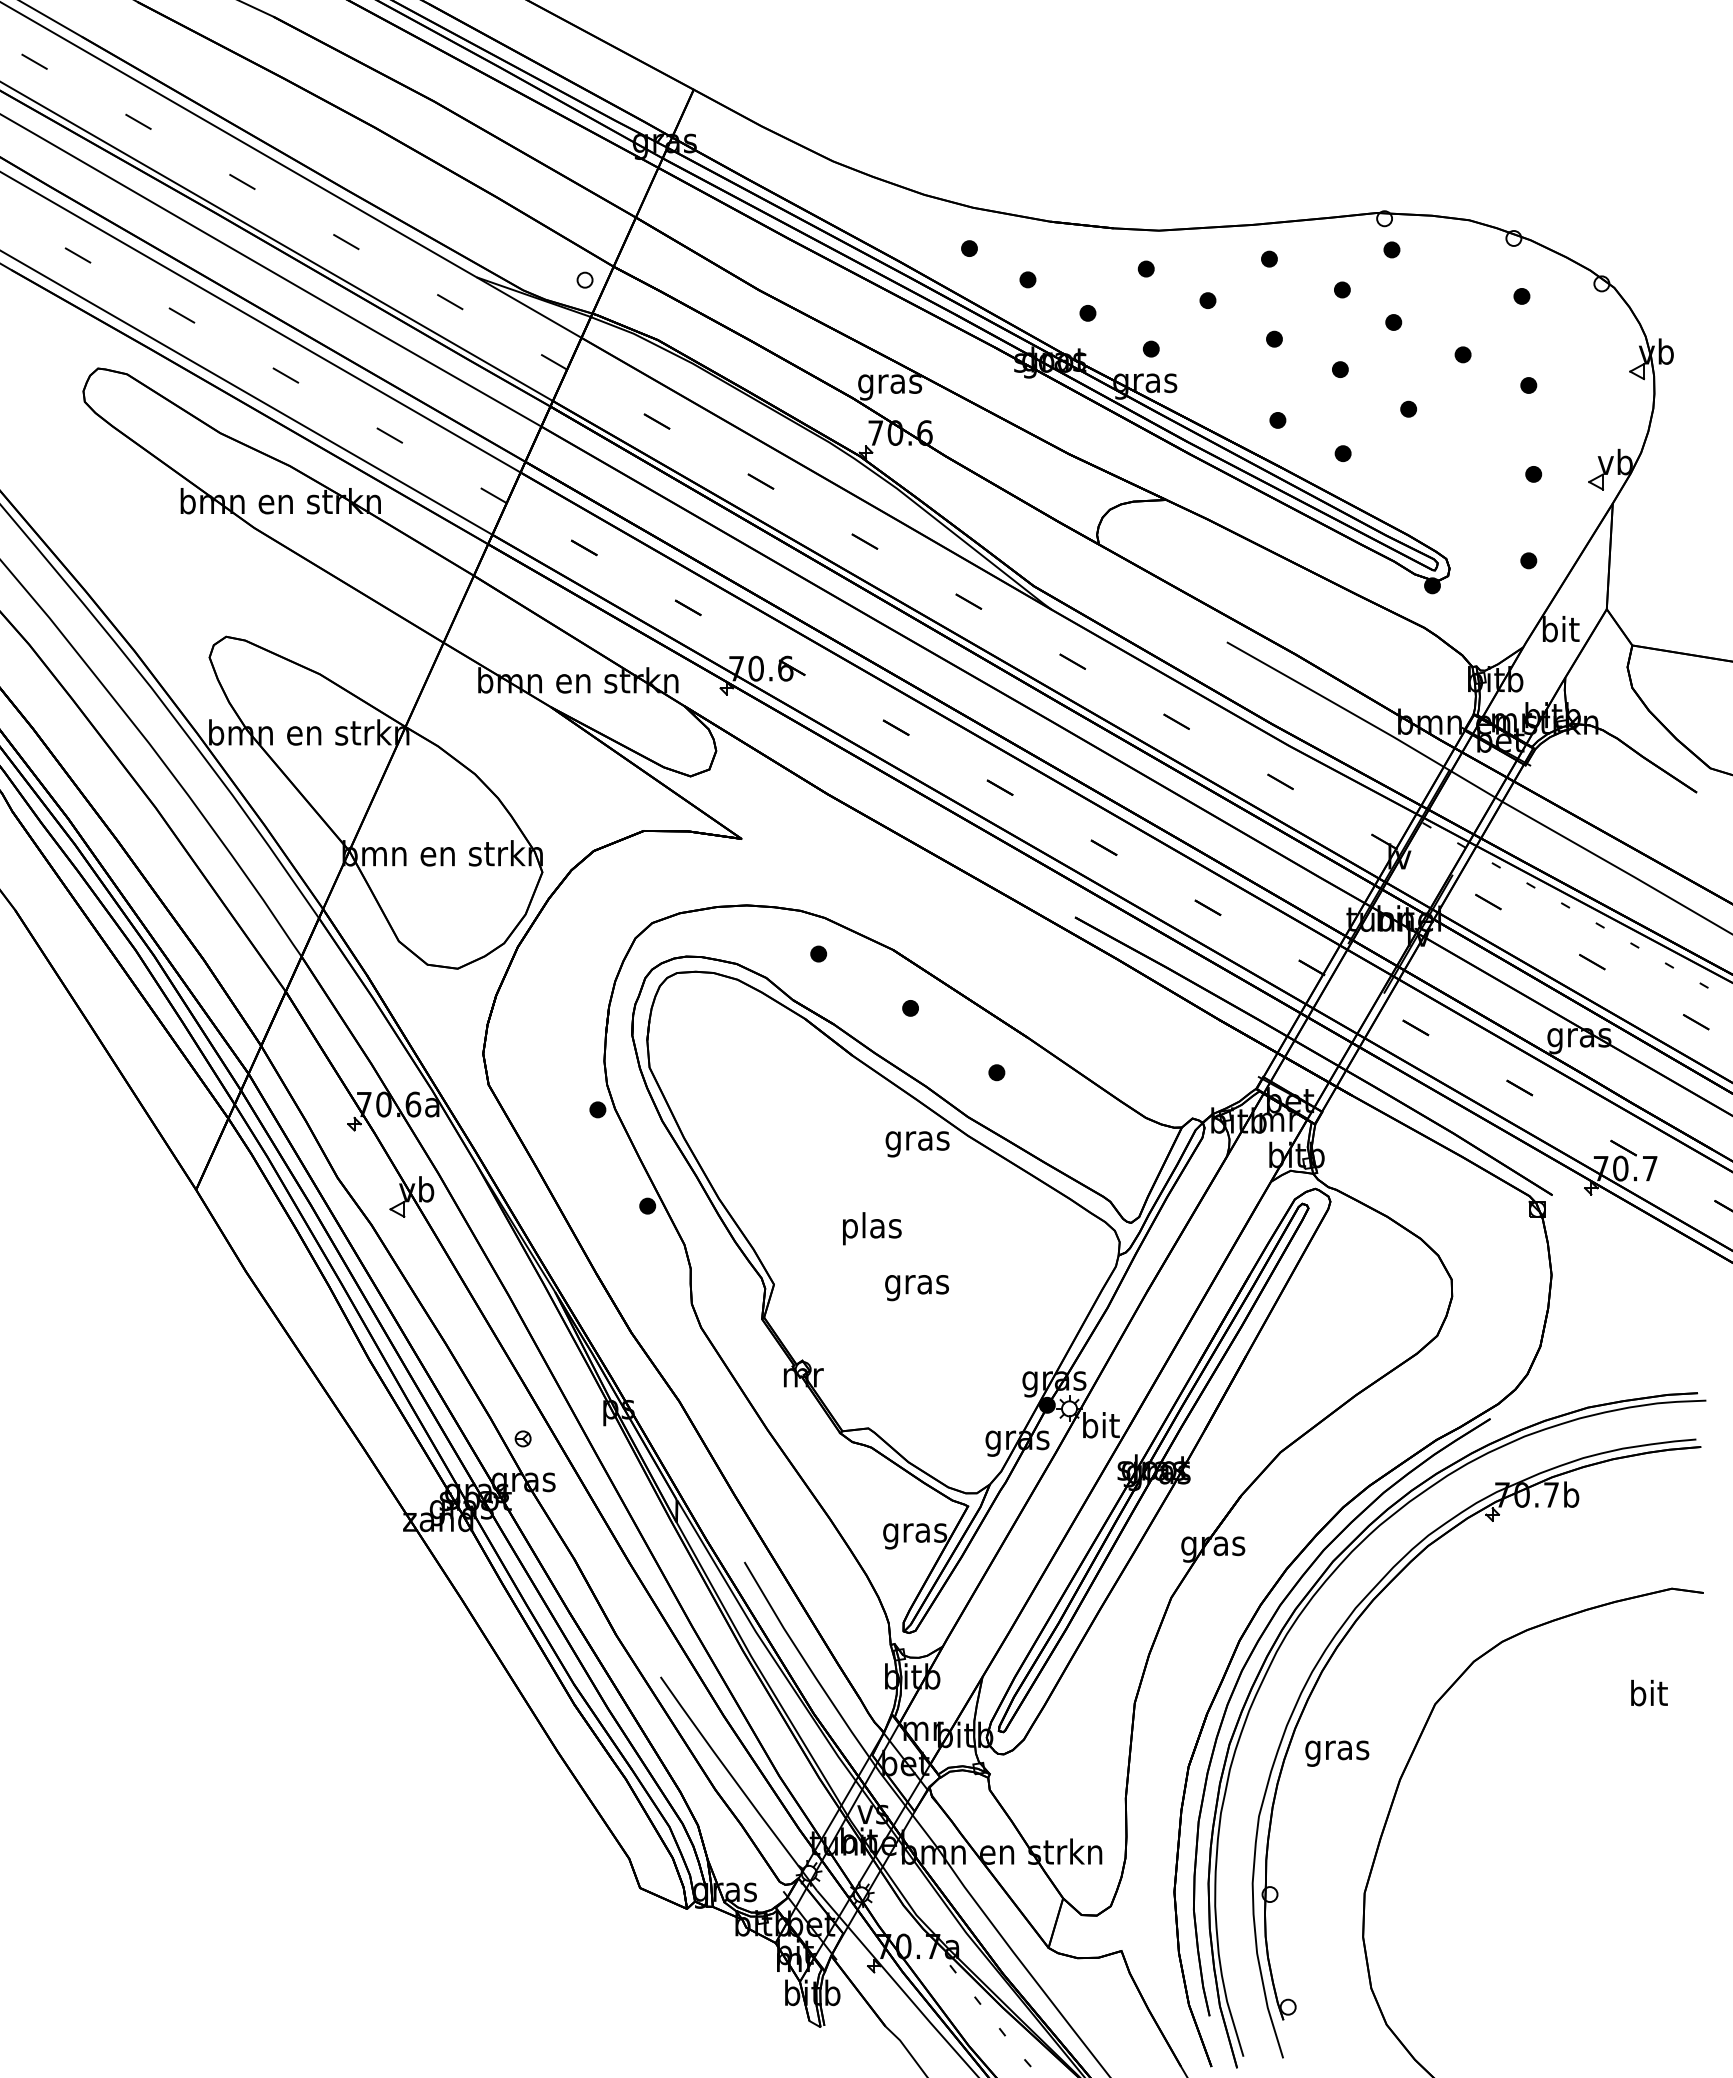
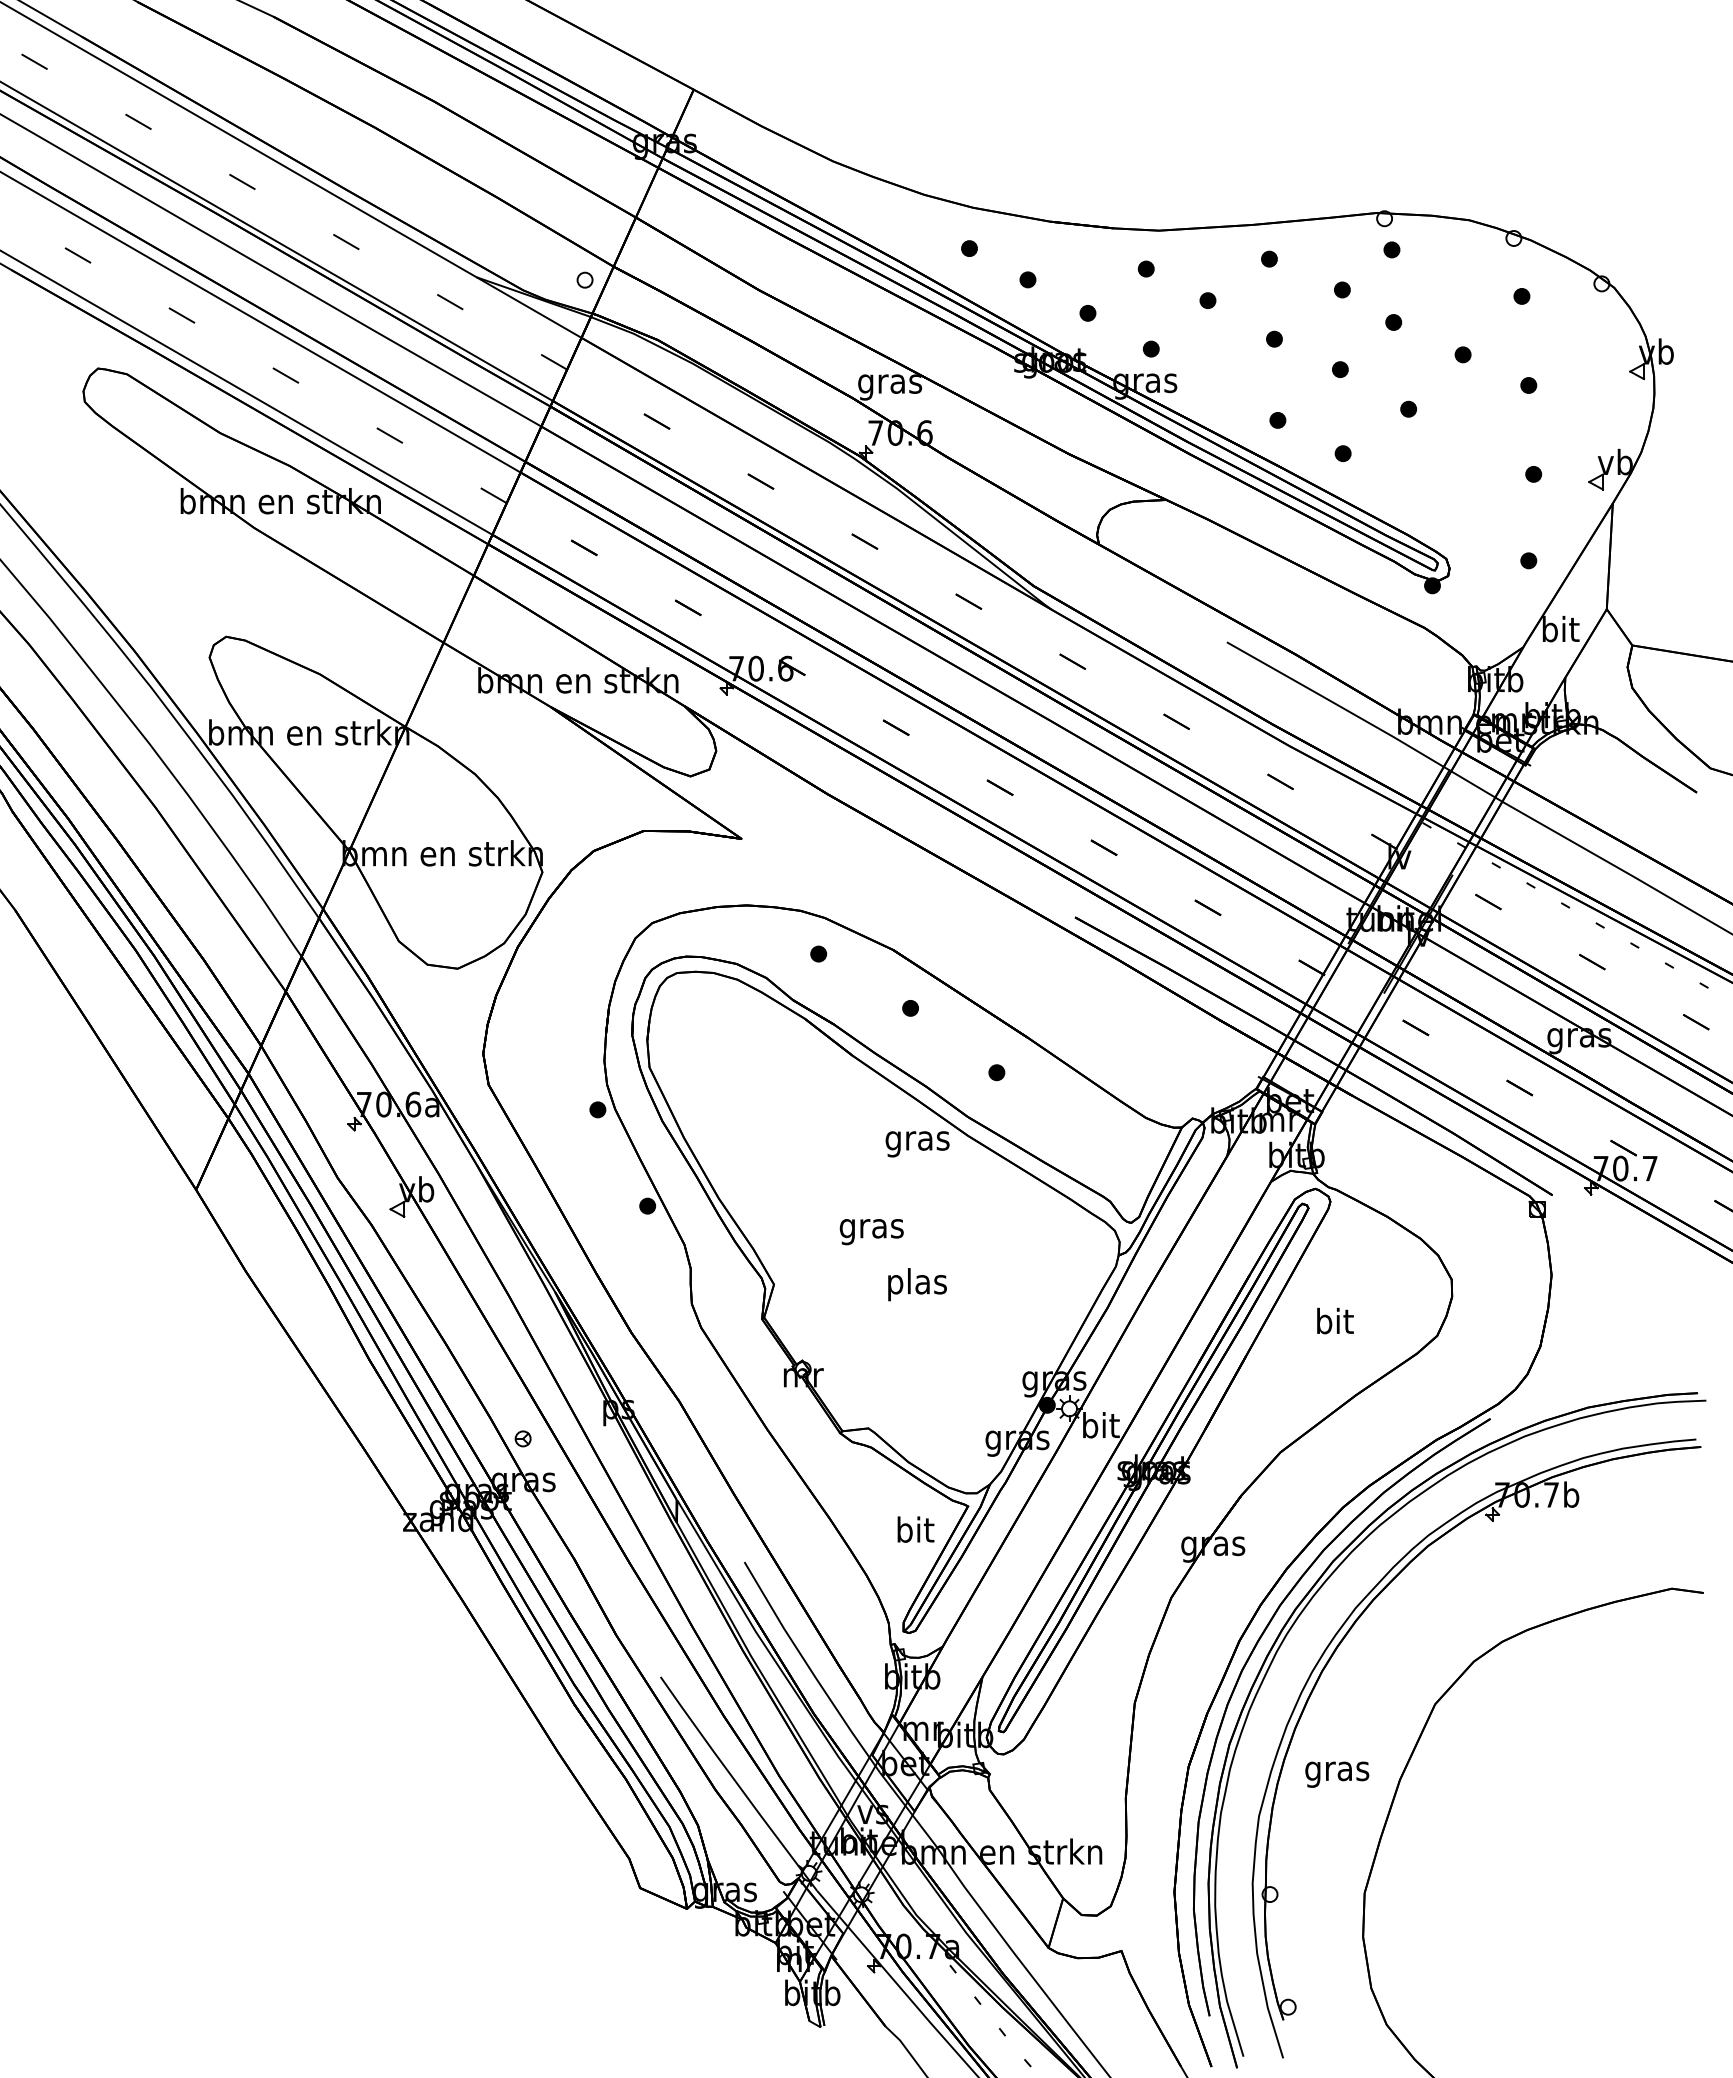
text at (871, 1228): plas -> gras
text at (916, 1284): gras -> plas
text at (915, 1532): gras -> bit
text at (1649, 1692) position: (1649, 1692) -> (1335, 1320)
text at (1337, 1753) position: (1337, 1753) -> (1337, 1774)
